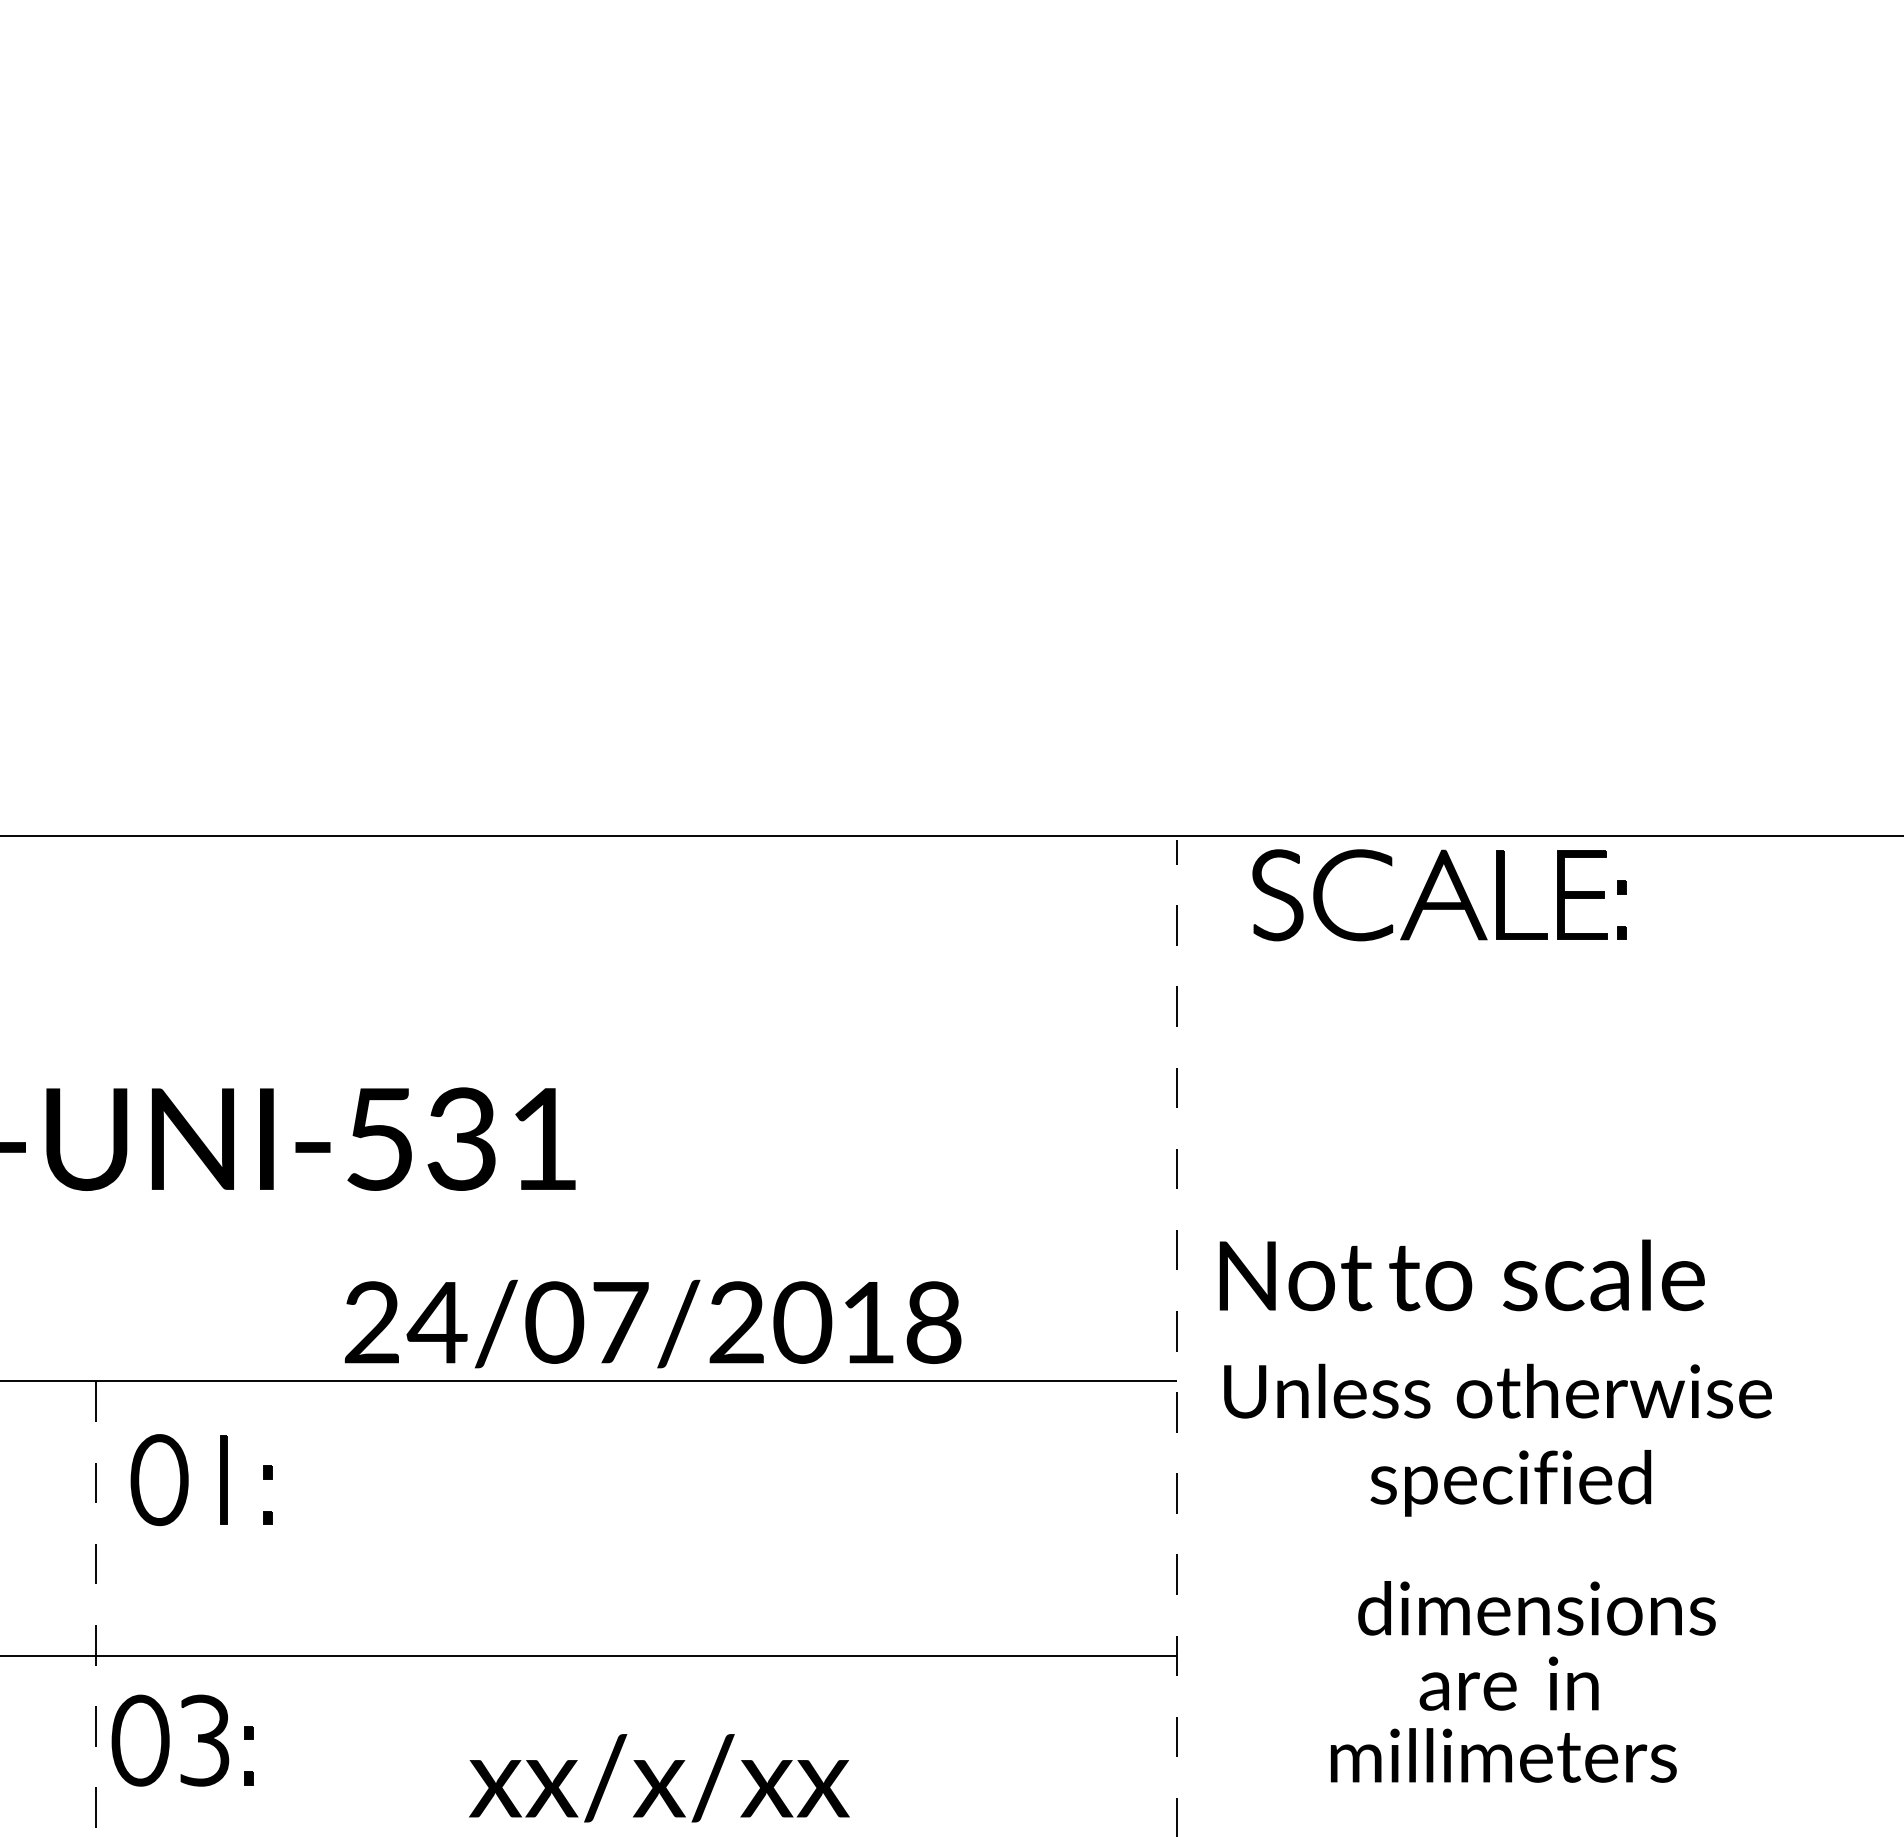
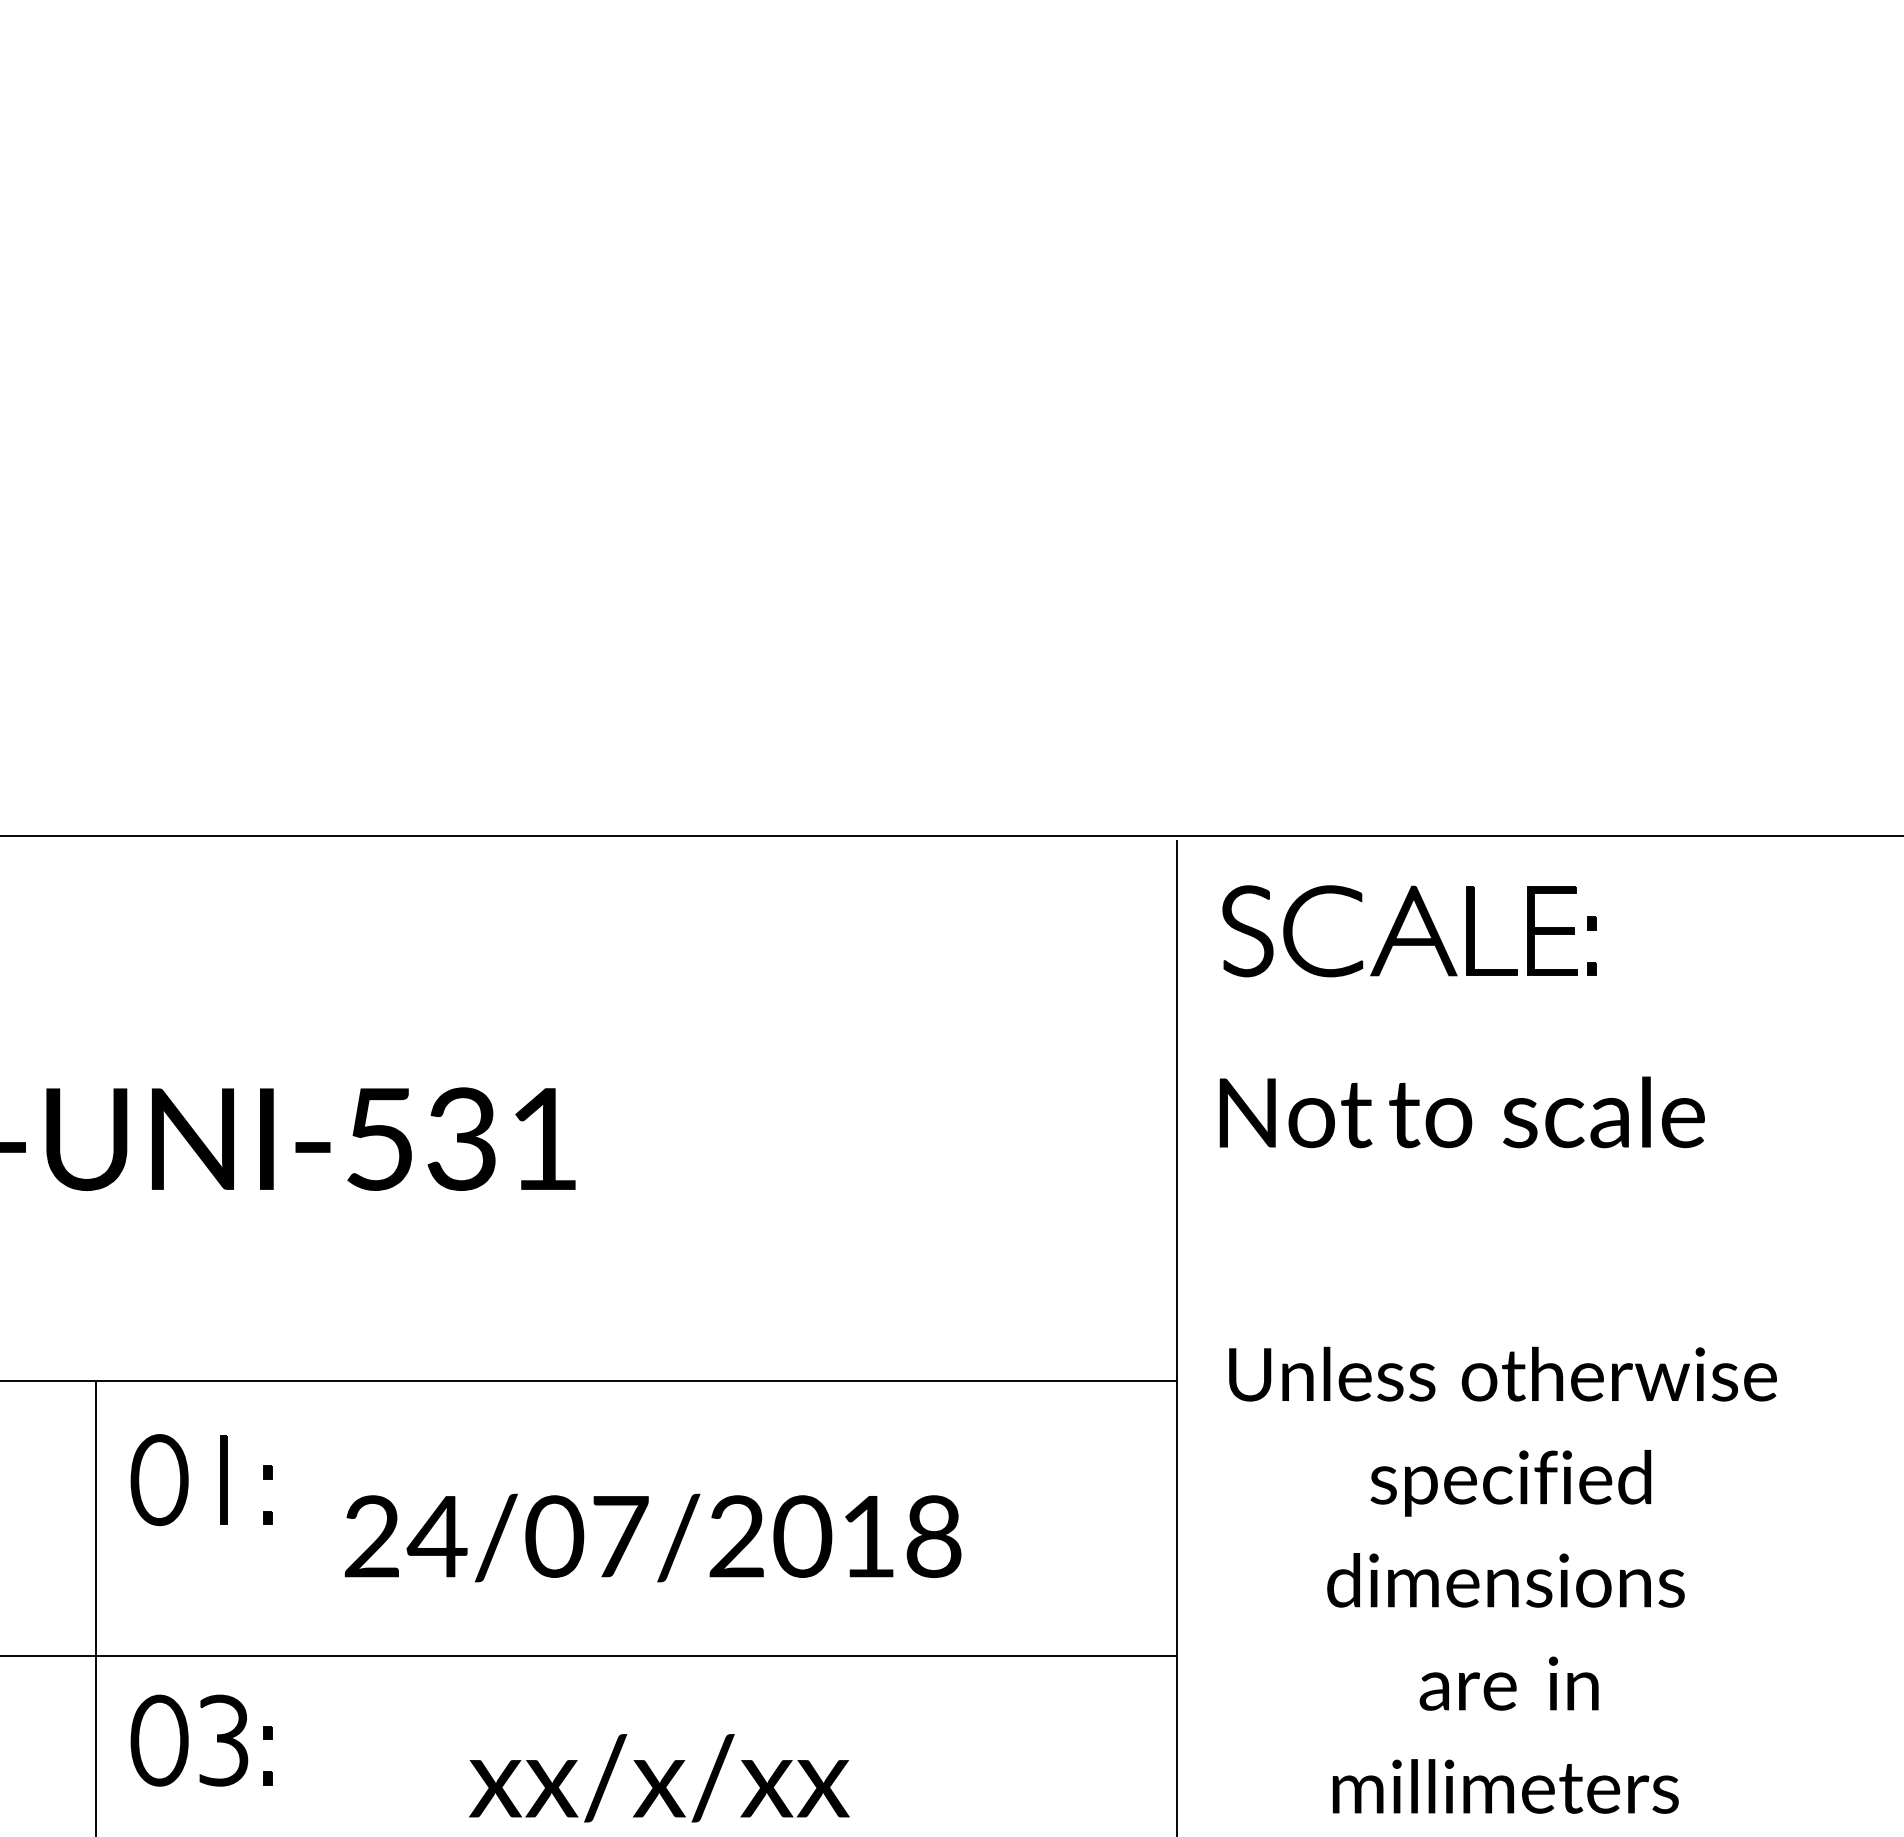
part at (1439, 895) position: (1439, 895) -> (1409, 931)
text at (1461, 1275) position: (1461, 1275) -> (1461, 1112)
text at (652, 1323) position: (652, 1323) -> (652, 1537)
line at (1177, 1337): dashed -> solid
text at (1497, 1390) position: (1497, 1390) -> (1502, 1373)
text at (1536, 1608) position: (1536, 1608) -> (1505, 1580)
line at (96, 1609): dashed -> solid
part at (169, 1740) position: (169, 1740) -> (188, 1740)
text at (1503, 1755) position: (1503, 1755) -> (1505, 1786)
